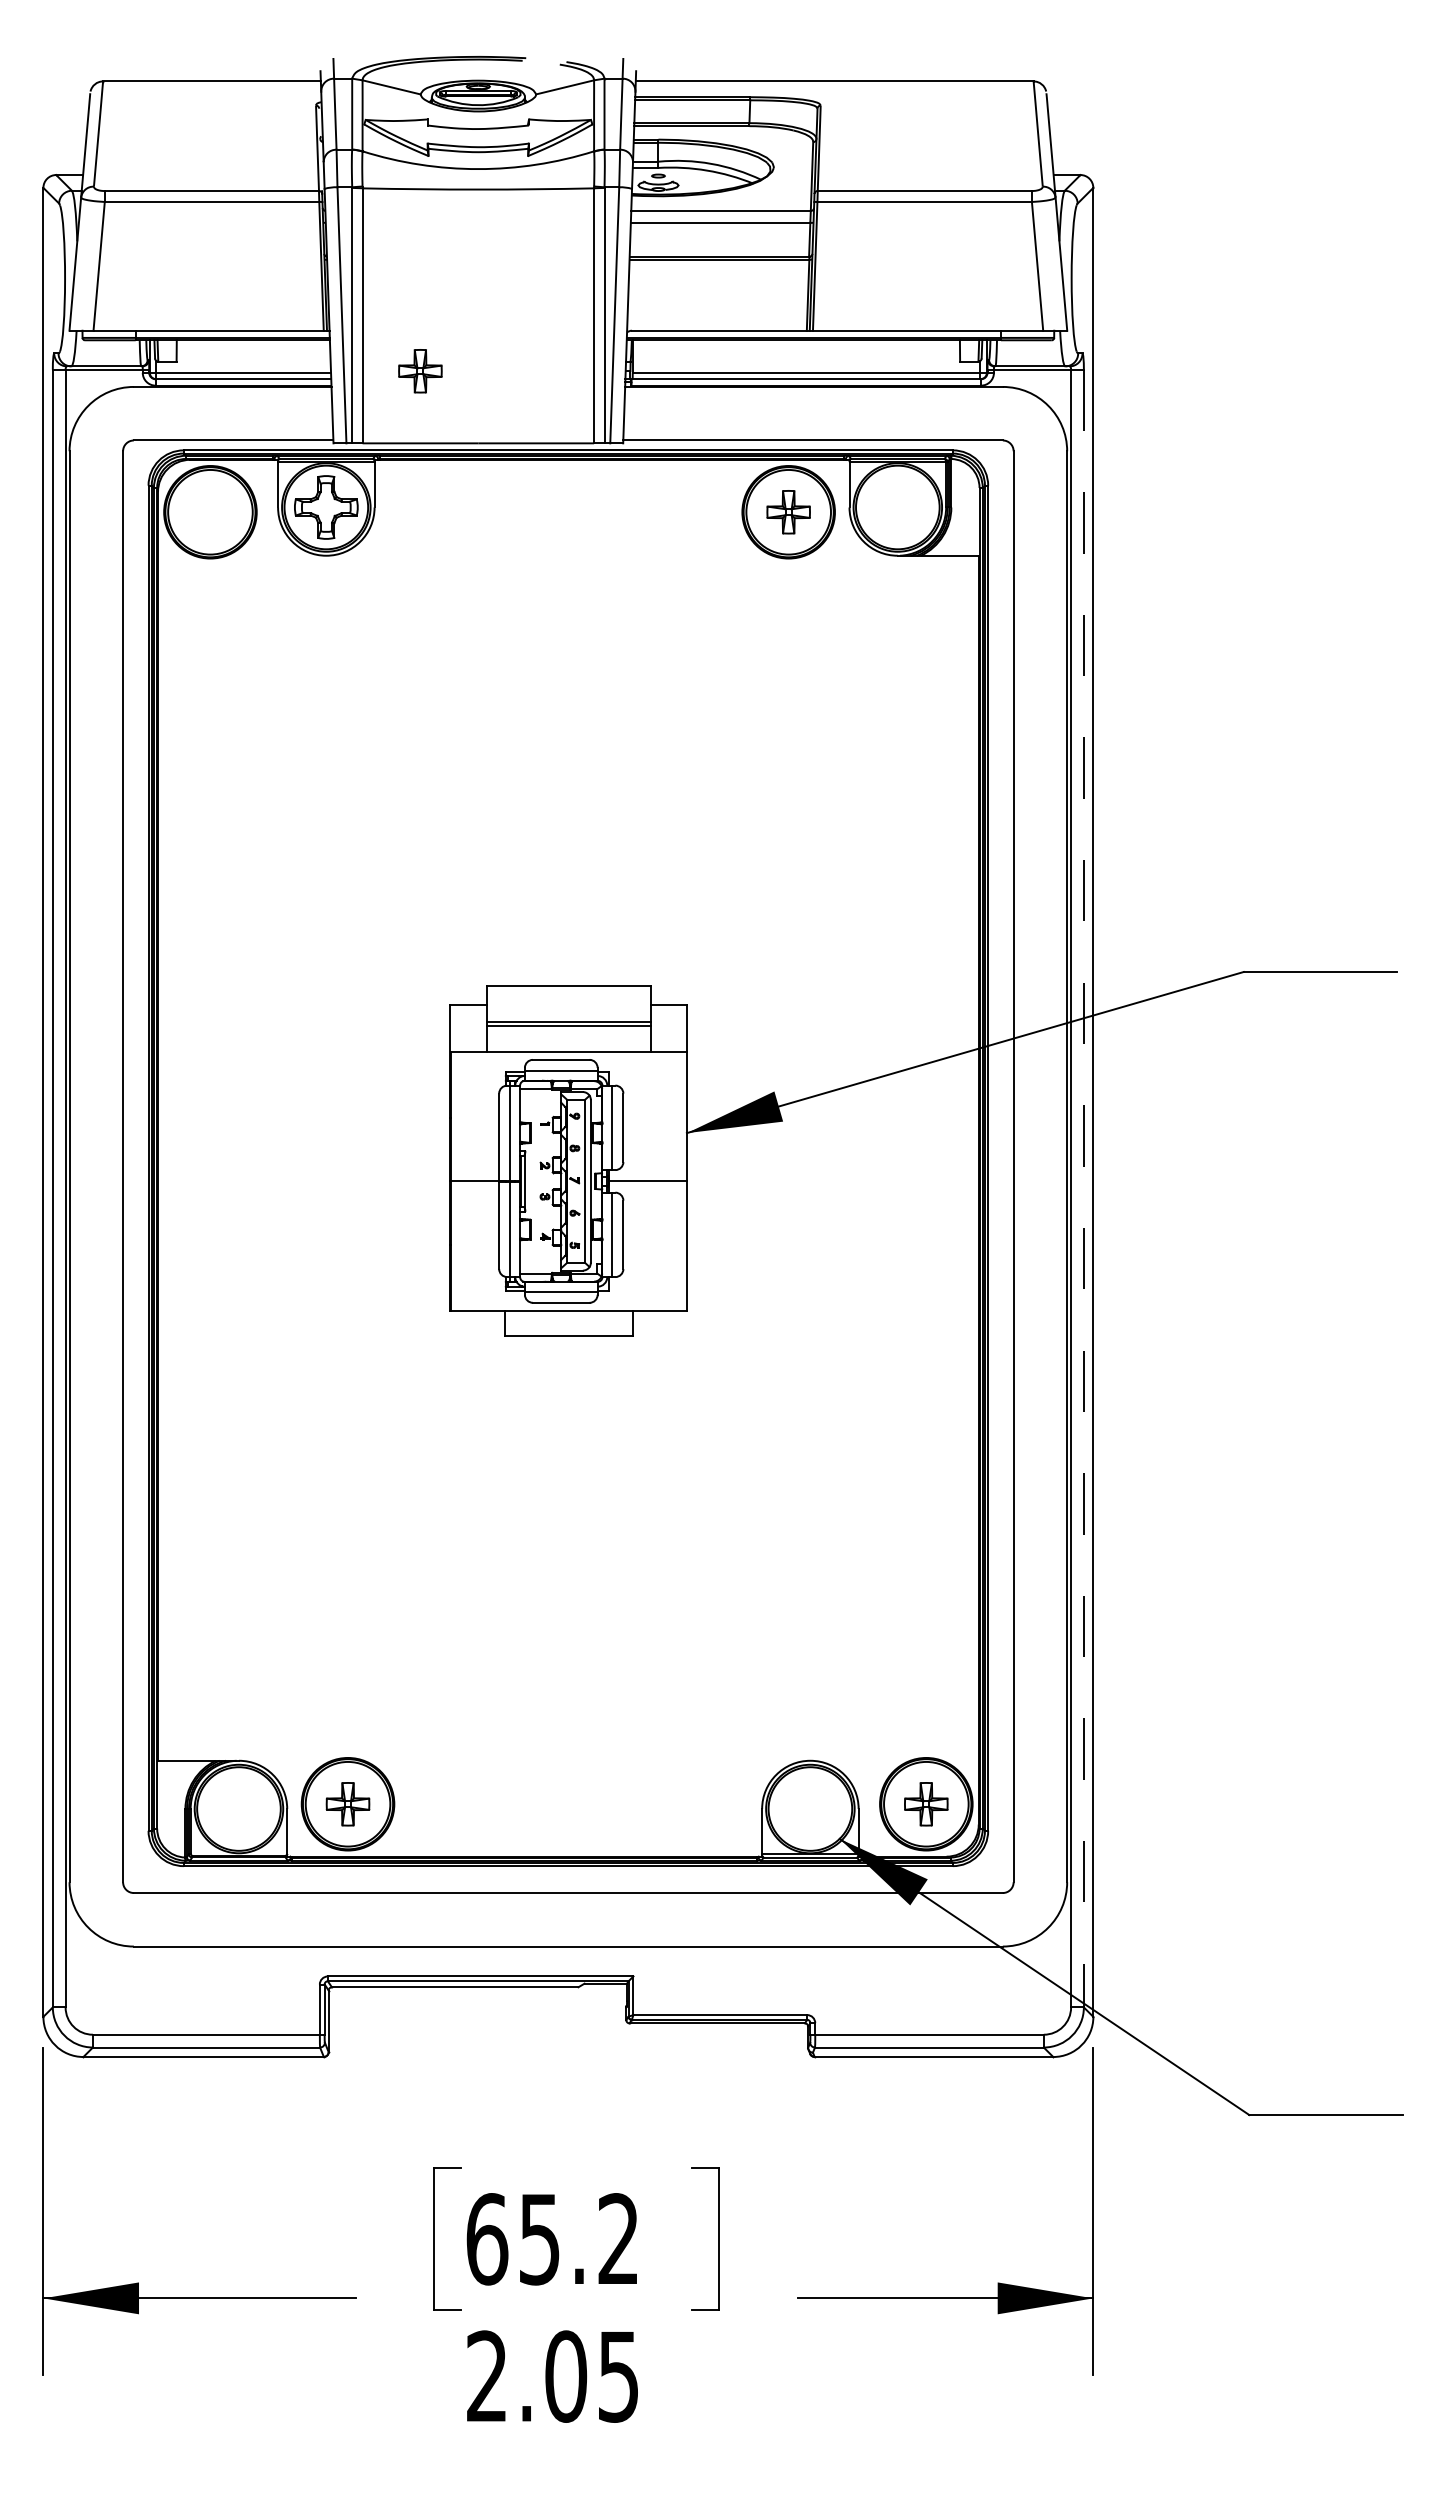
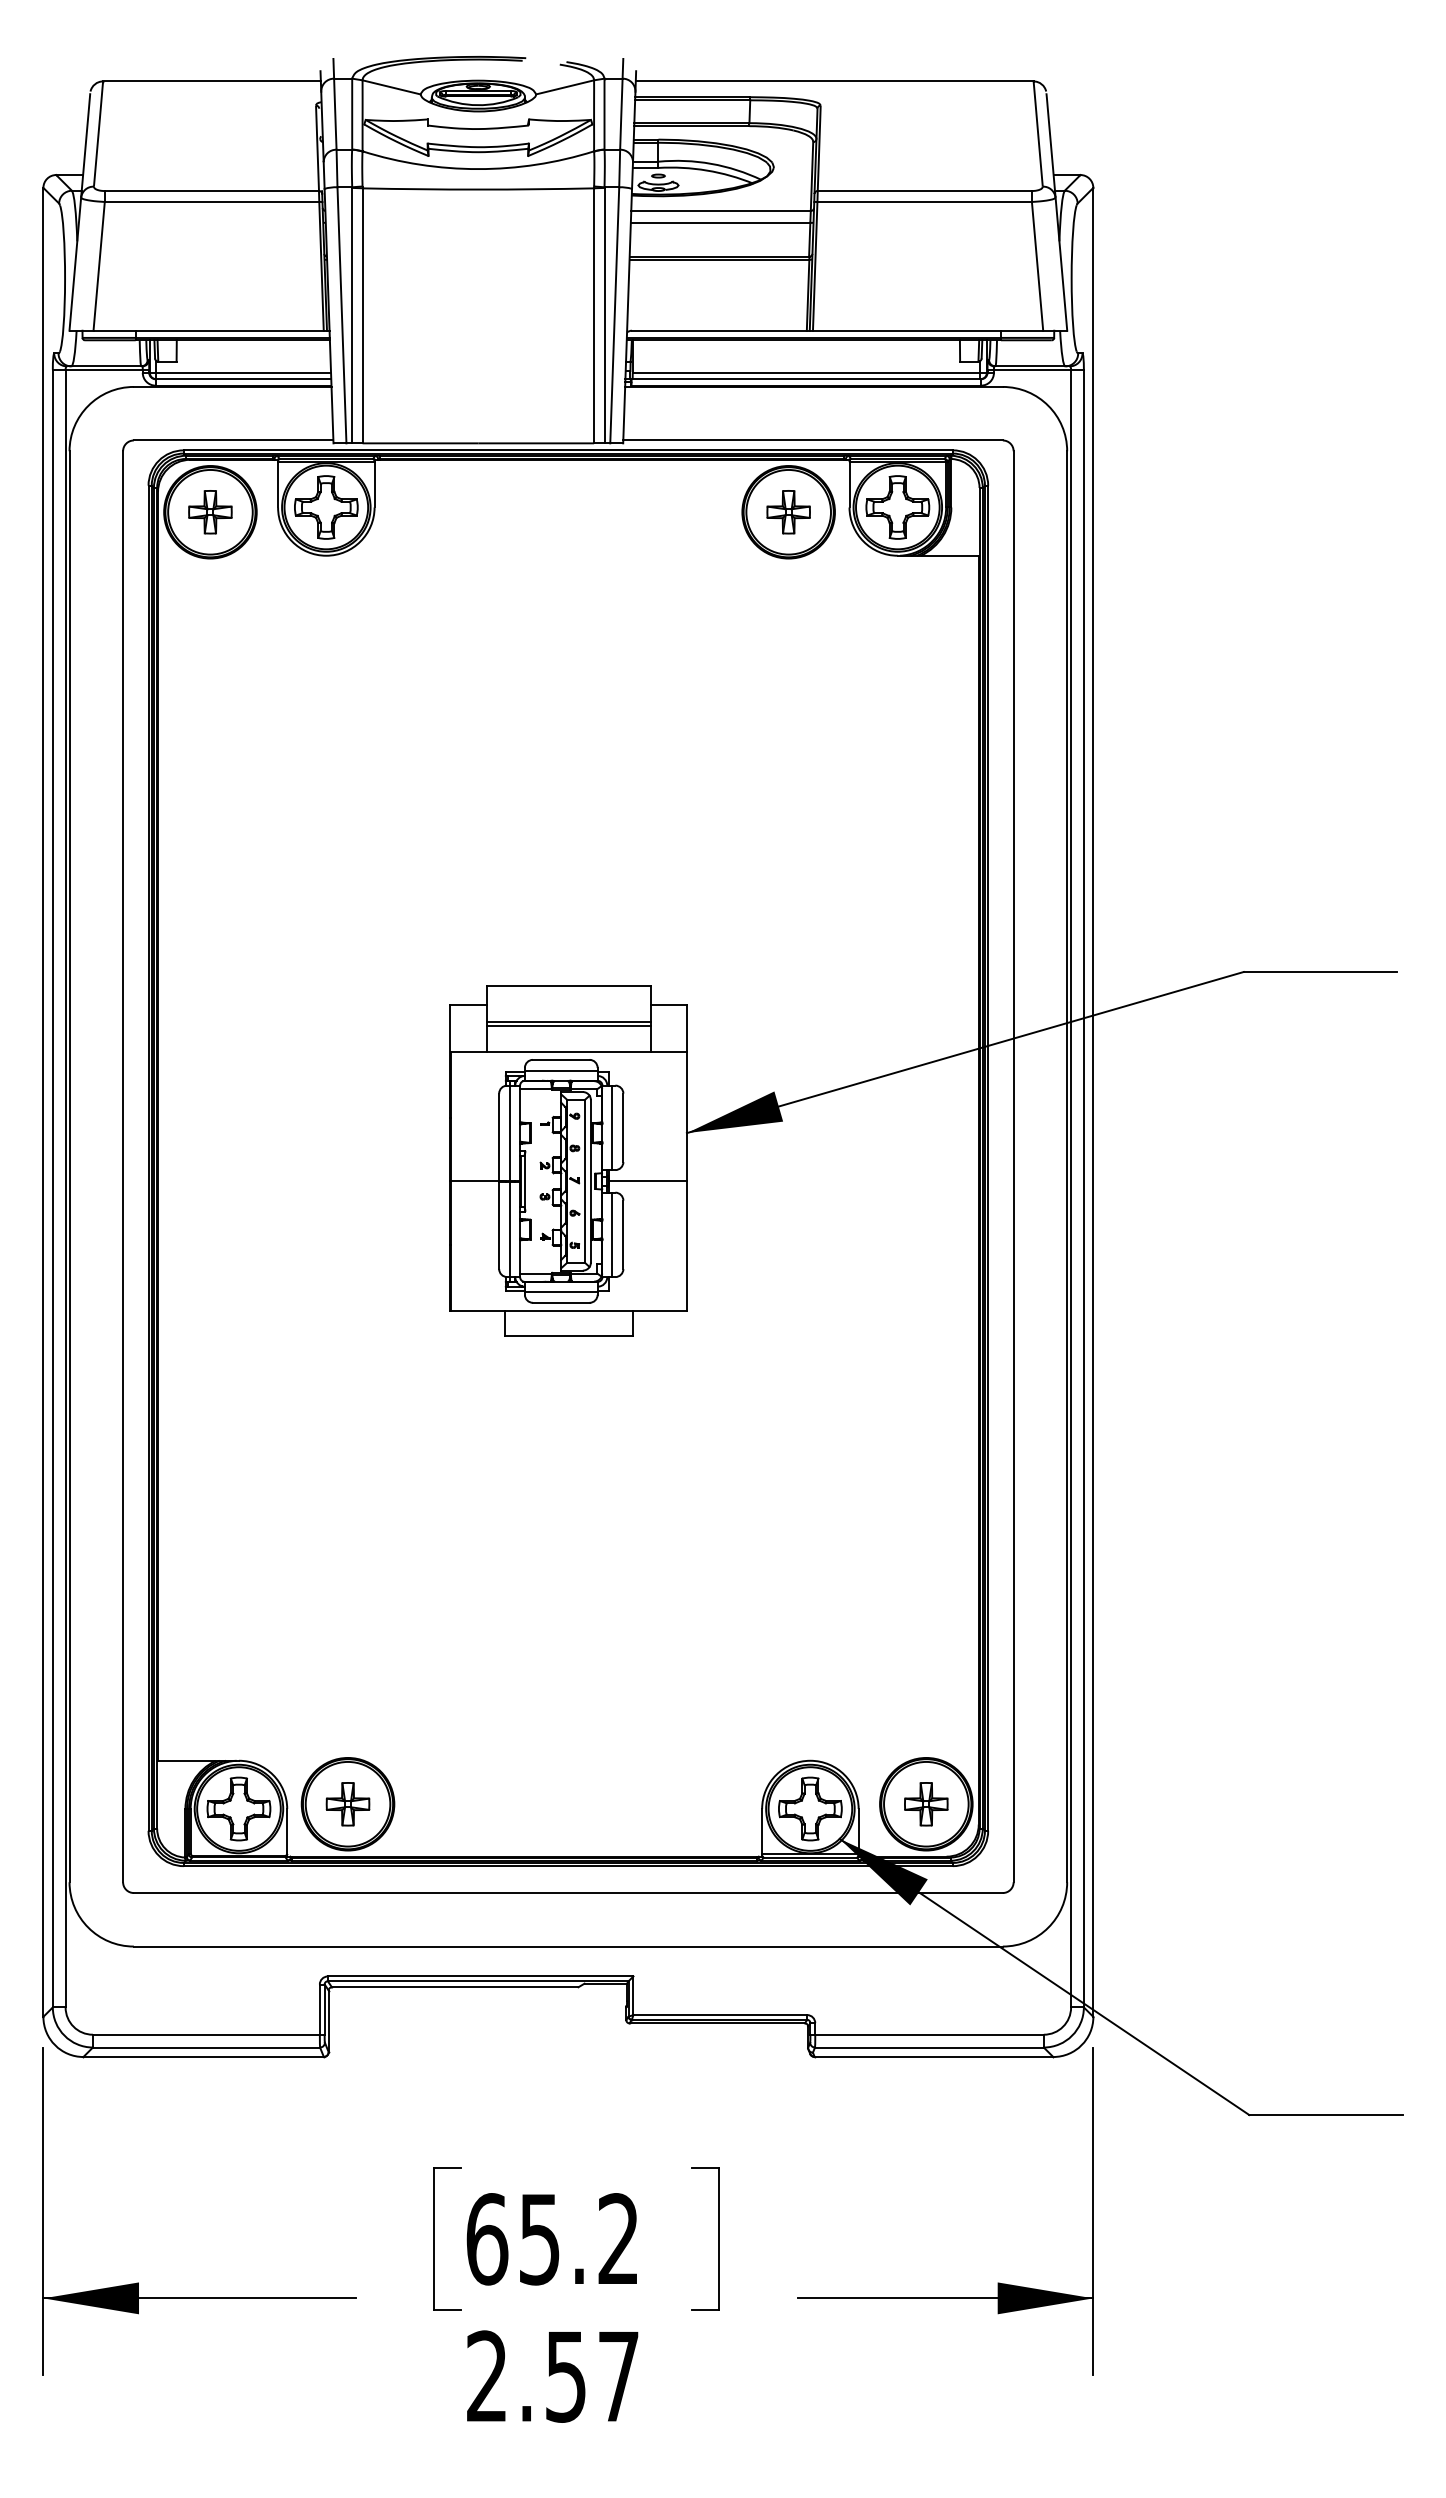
part at (420, 371) position: (420, 371) -> (210, 512)
part at (897, 507): none -> present
line at (1083, 1188): dashed -> solid
part at (238, 1808): none -> present
part at (810, 1808): none -> present
text at (591, 2376): 2.05 -> 2.57
